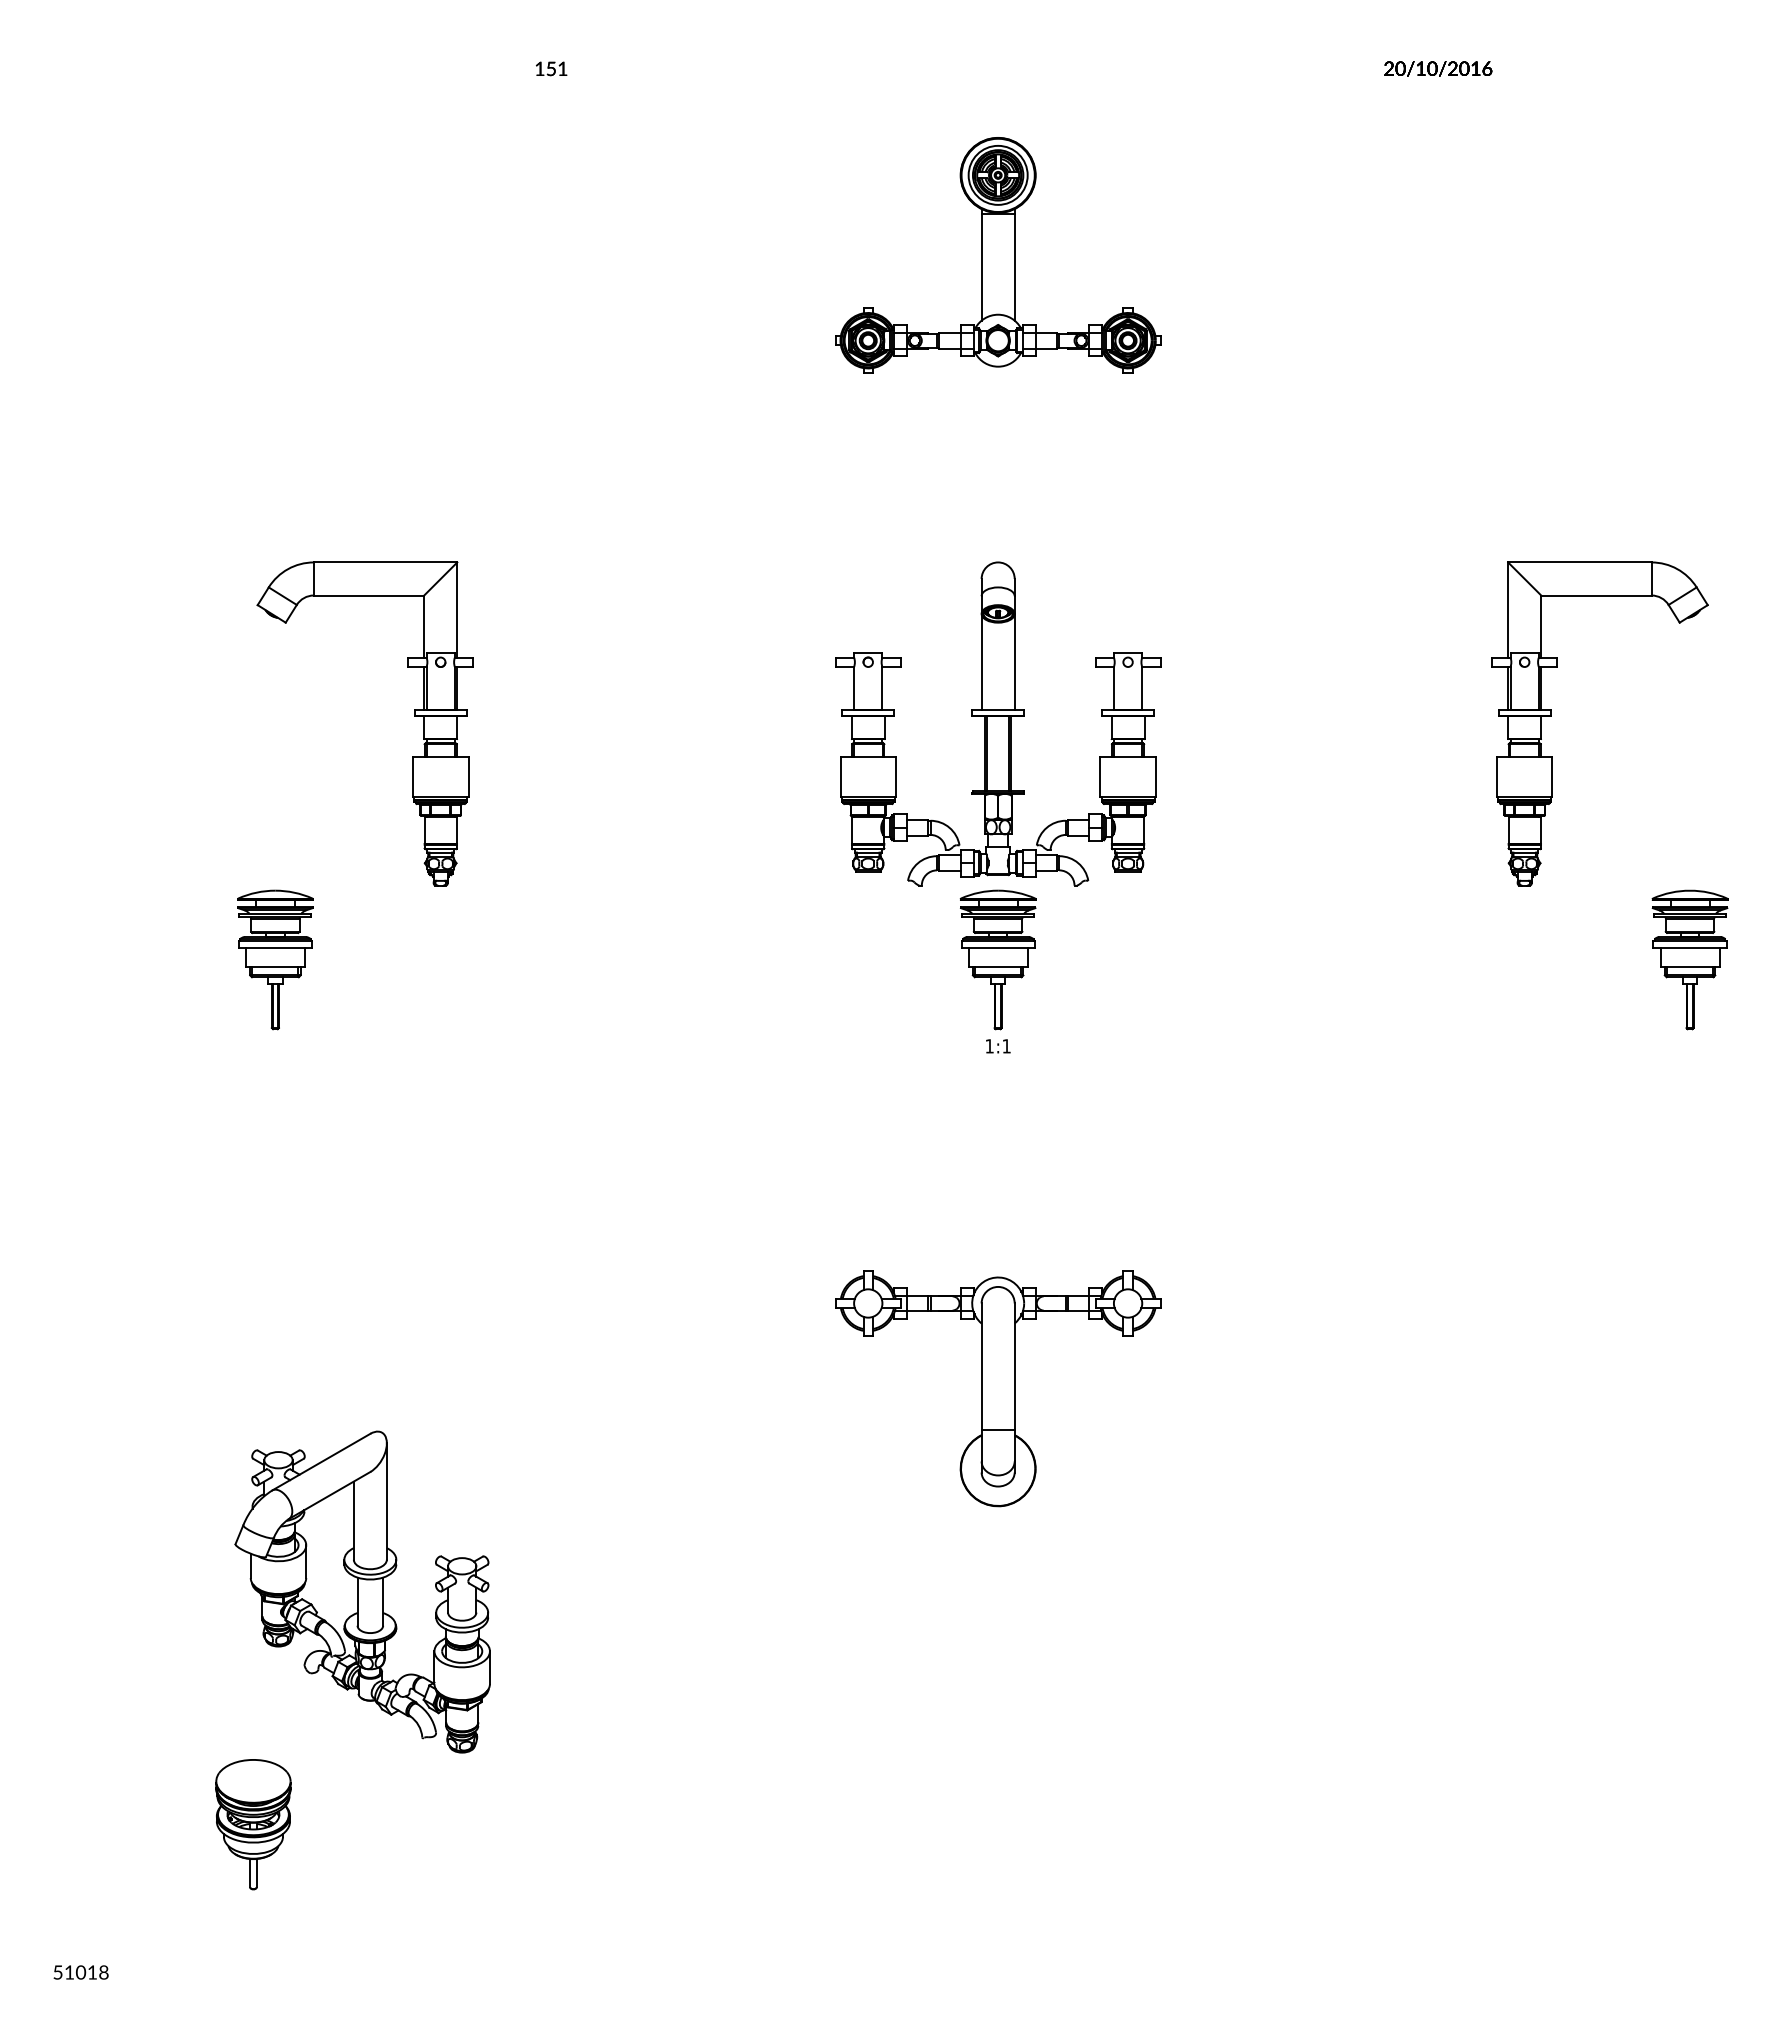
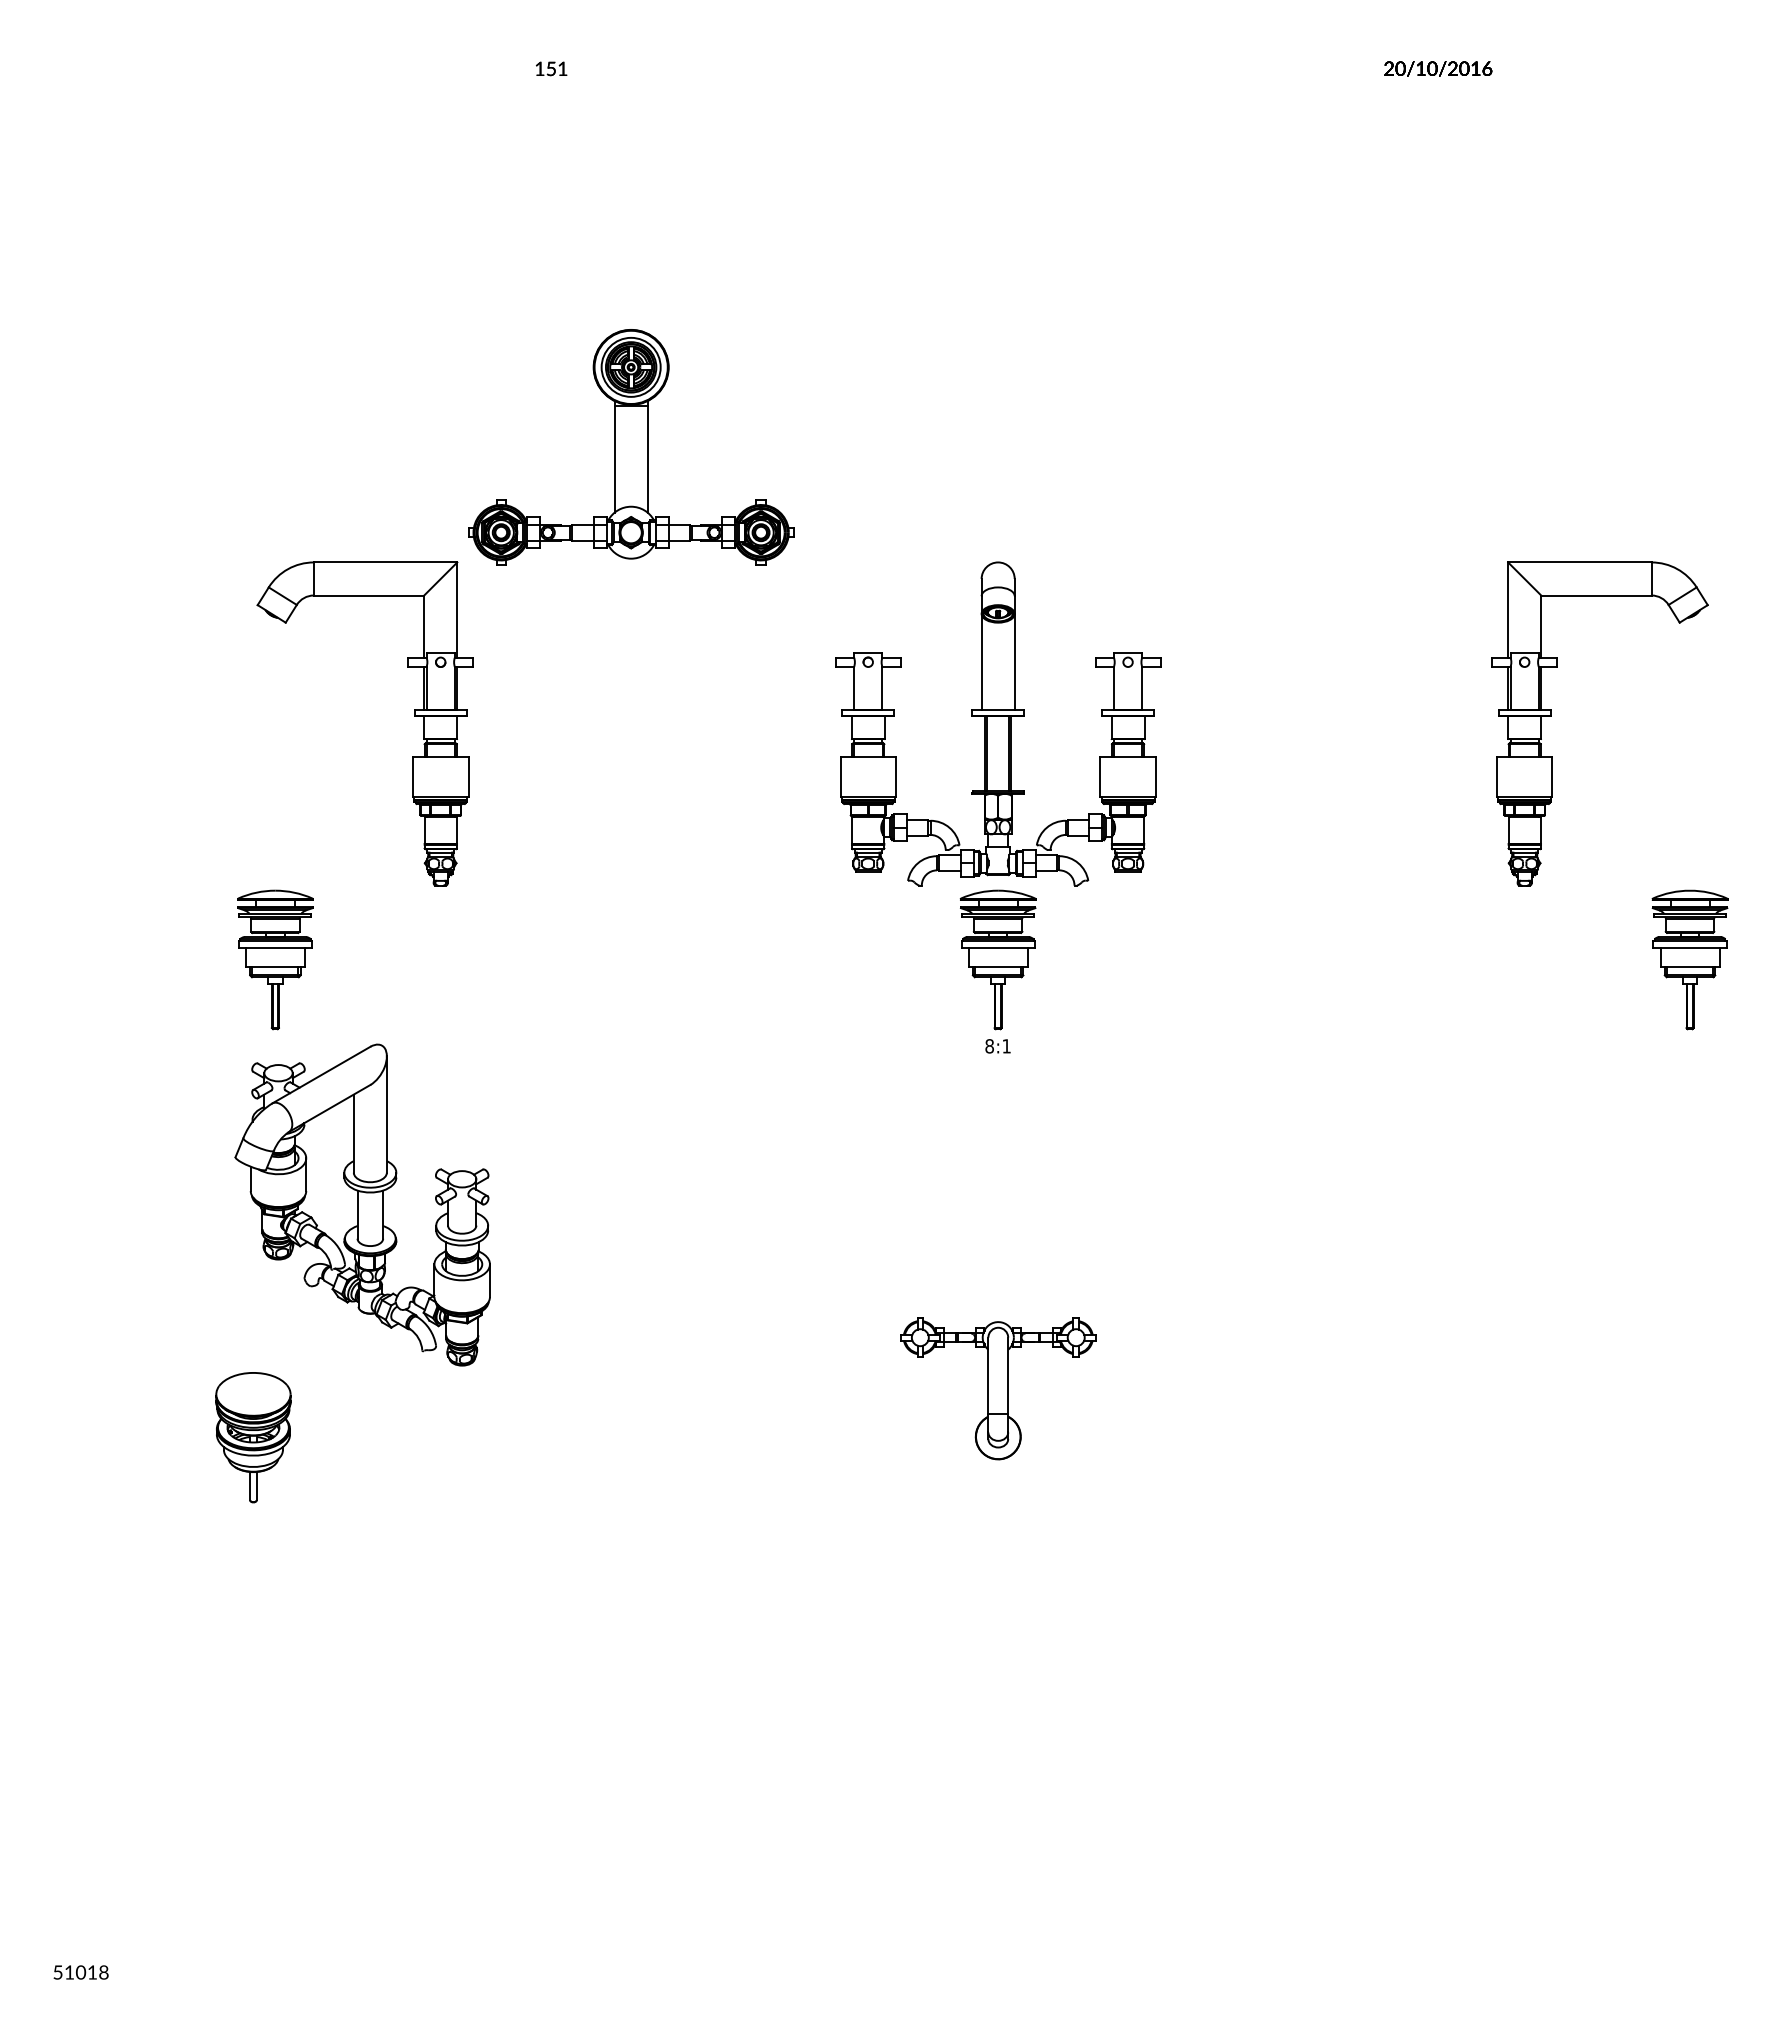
part at (998, 255) position: (998, 255) -> (631, 447)
text at (989, 1046): 1:1 -> 8:1
part at (998, 1388) size: 327x238 px -> 197x144 px
part at (352, 1660) position: (352, 1660) -> (352, 1273)
